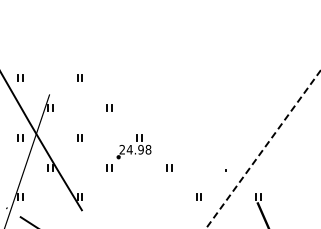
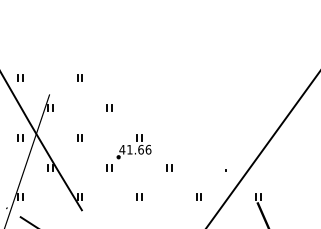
text at (135, 149): 24.98 -> 41.66
line at (263, 149): dashed -> solid
part at (139, 196): none -> present
